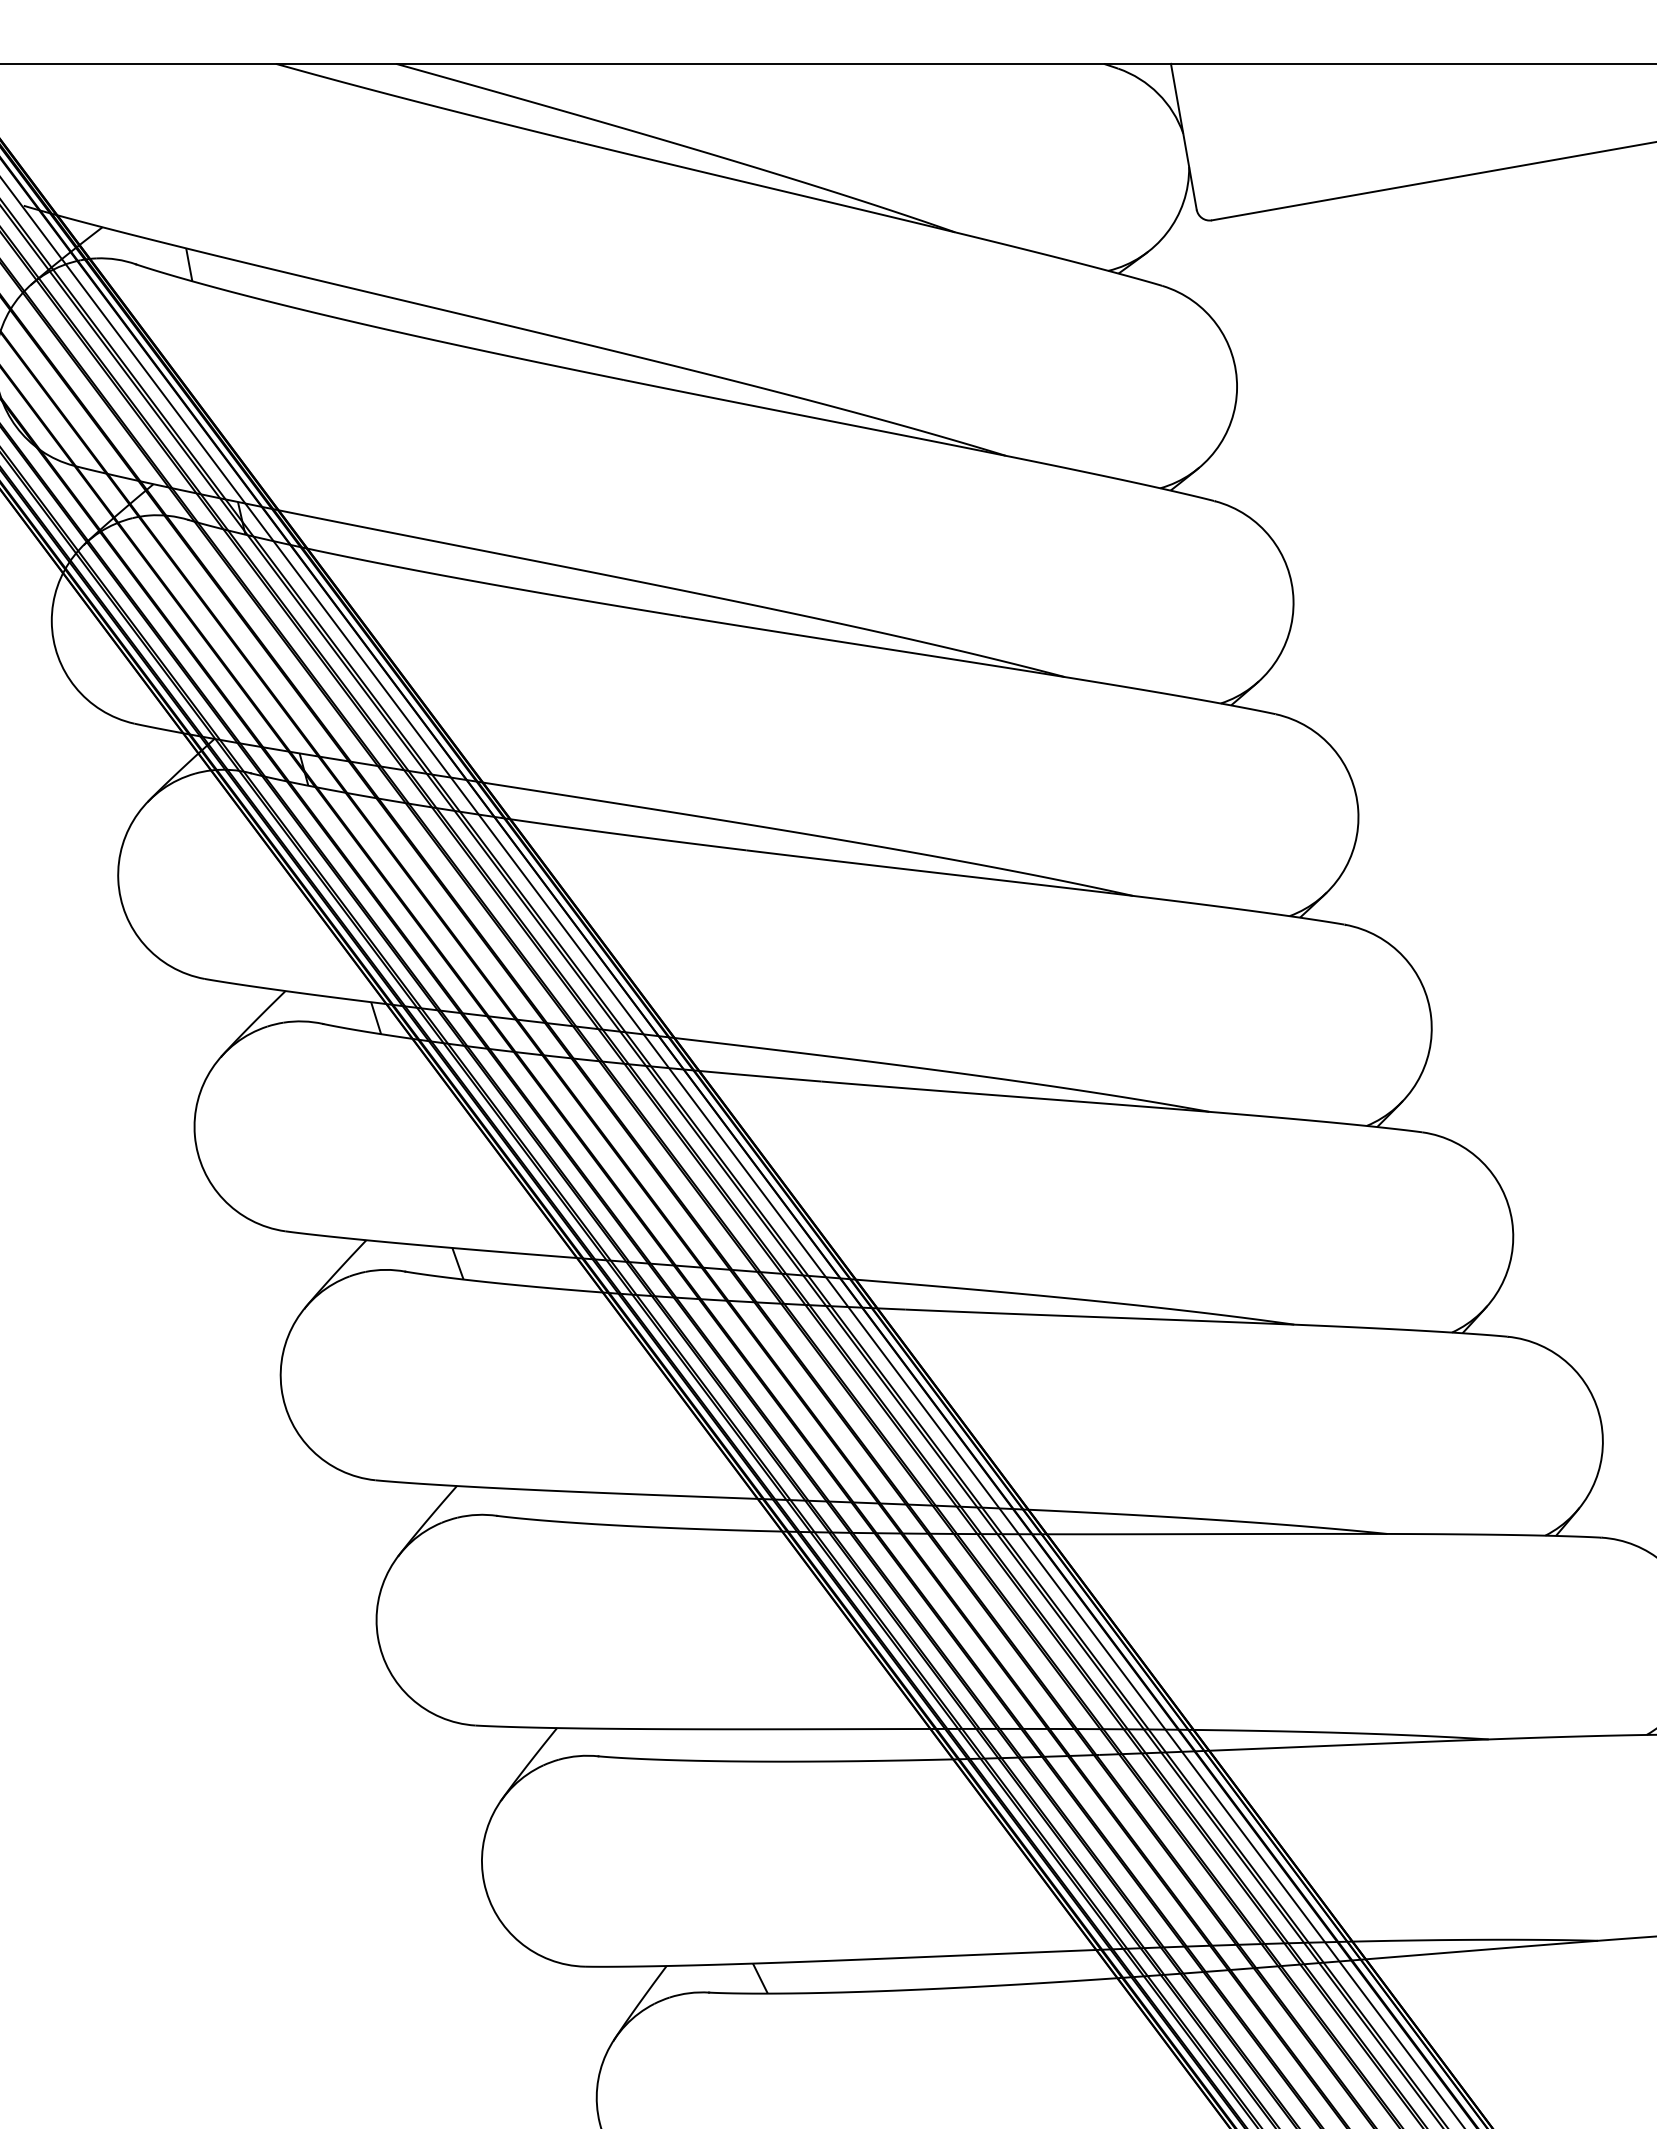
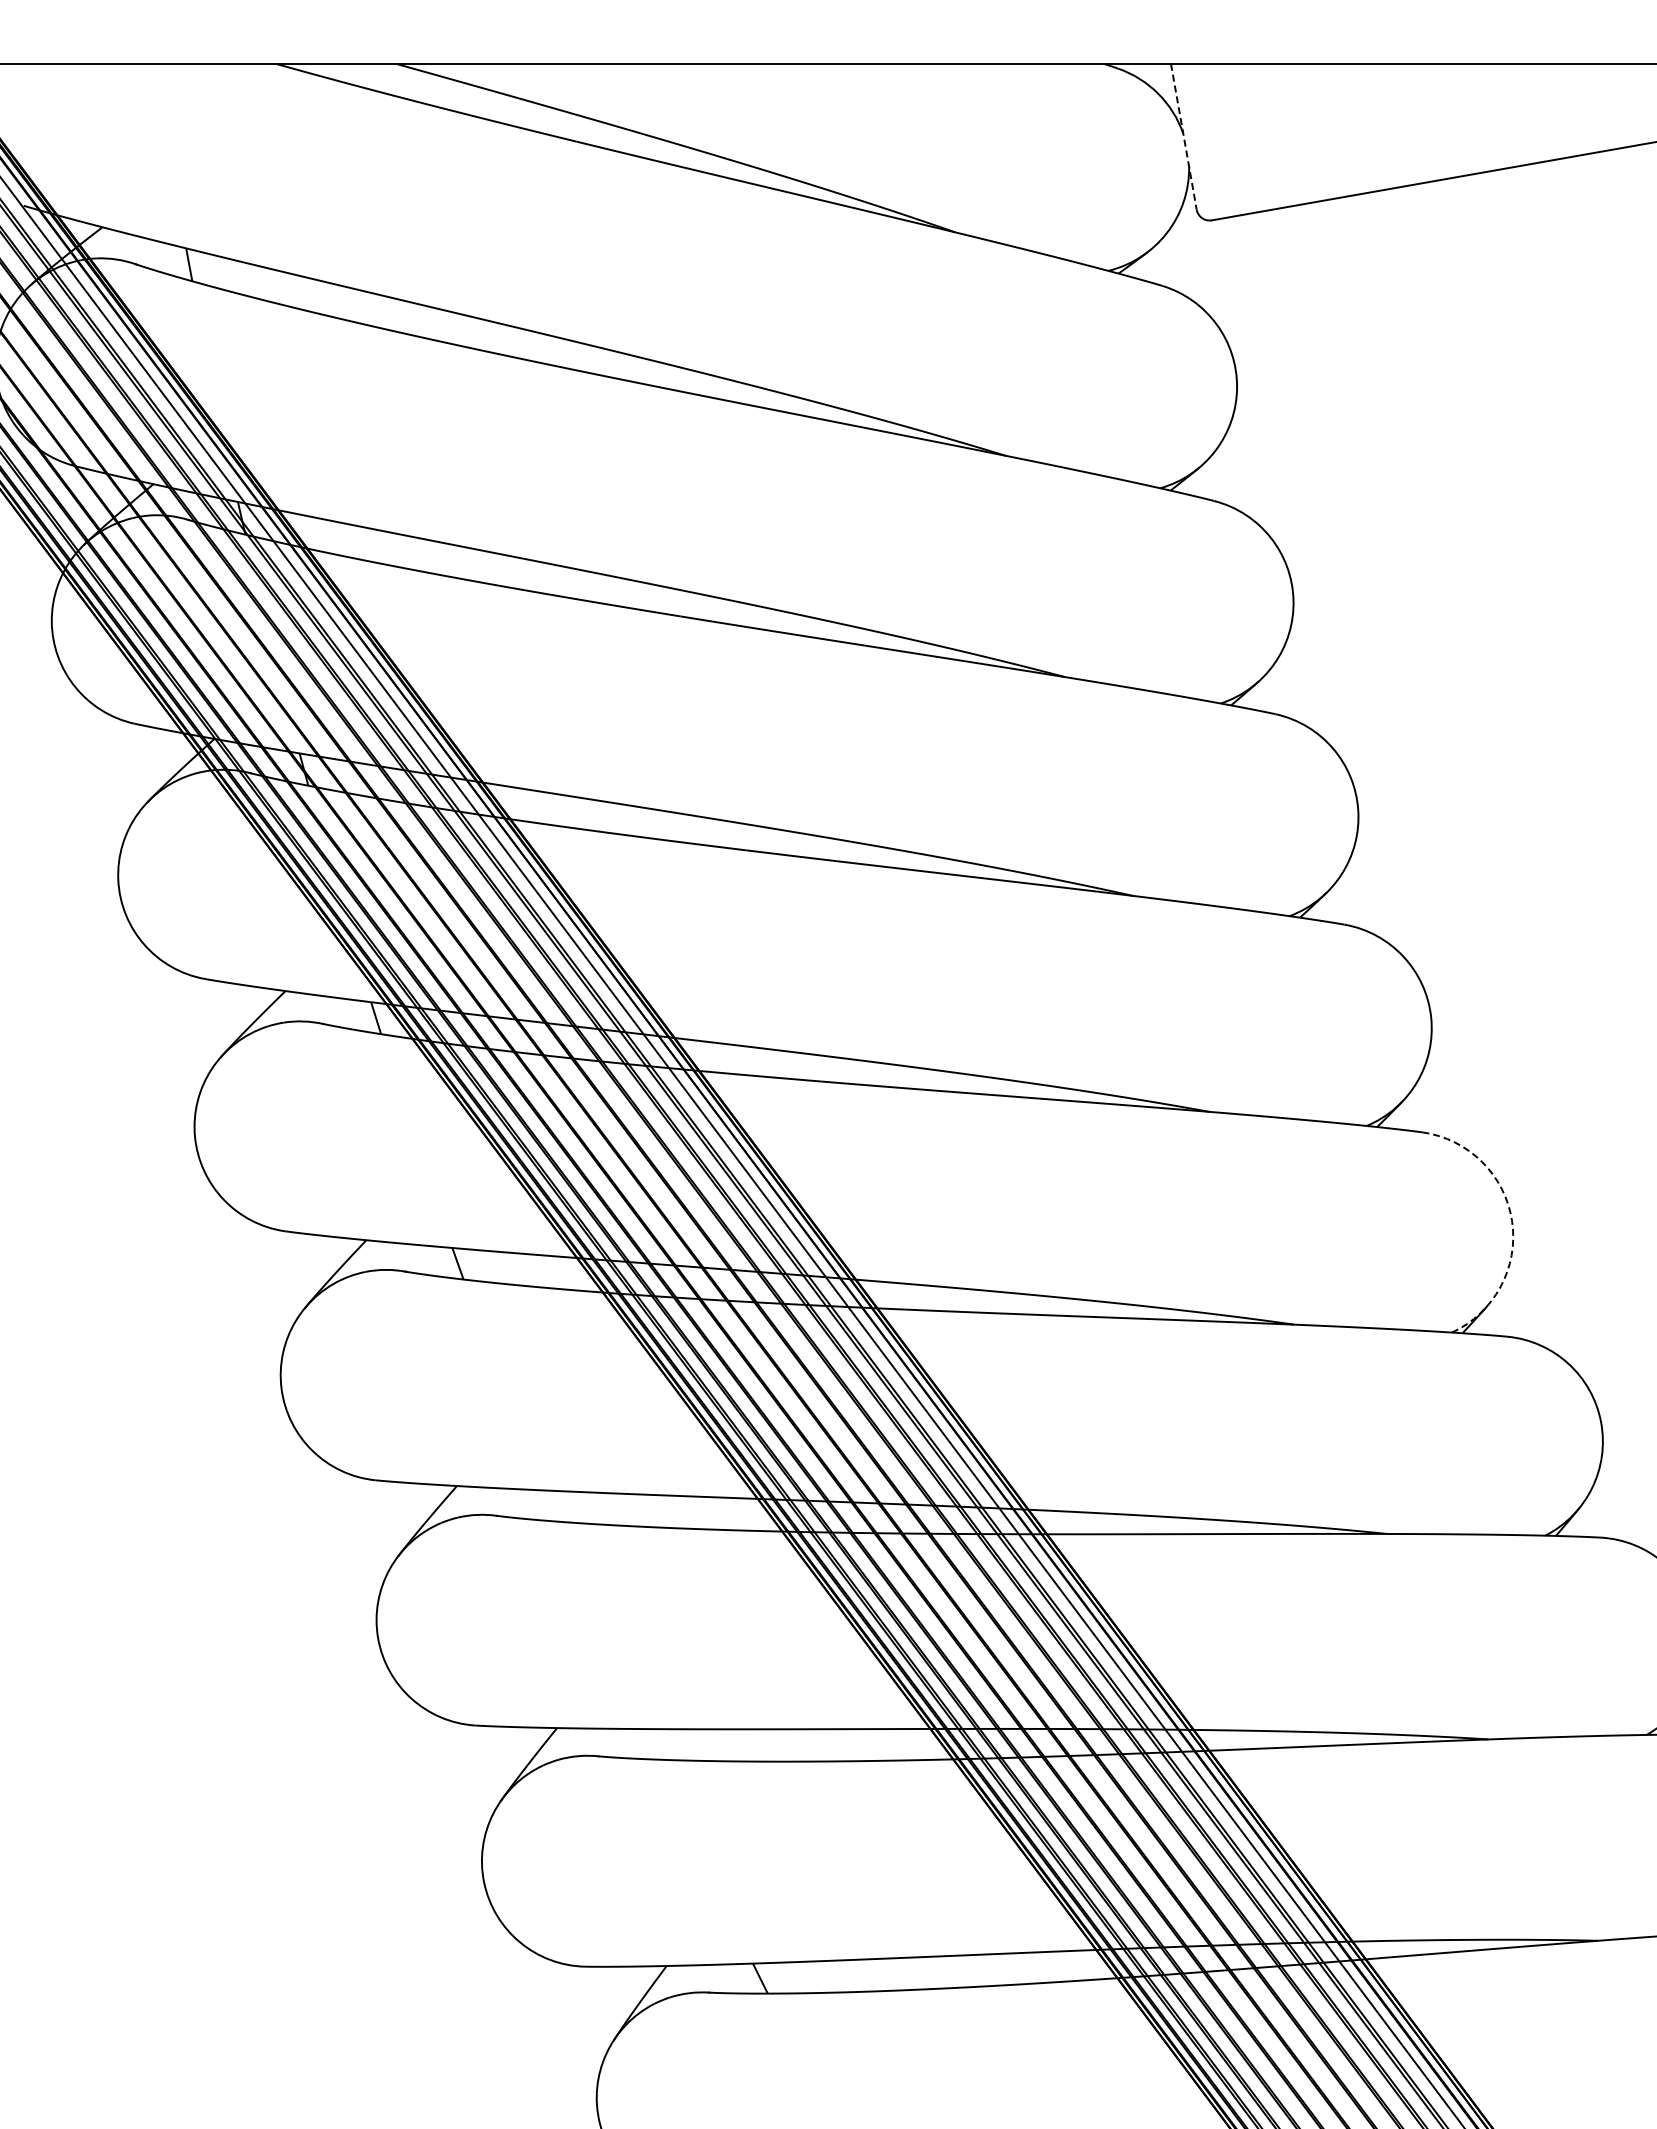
line at (1183, 137): solid -> dashed
arc at (1512, 1221): solid -> dashed
